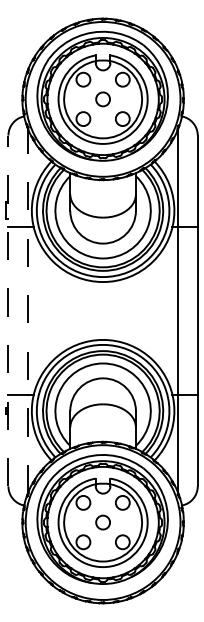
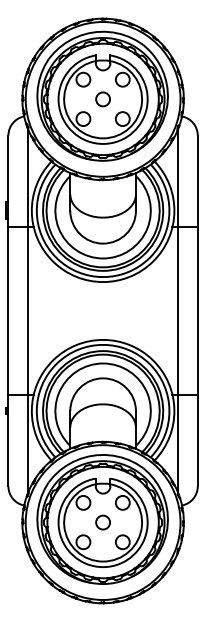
line at (8, 310): dashed -> solid
line at (27, 310): dashed -> solid
